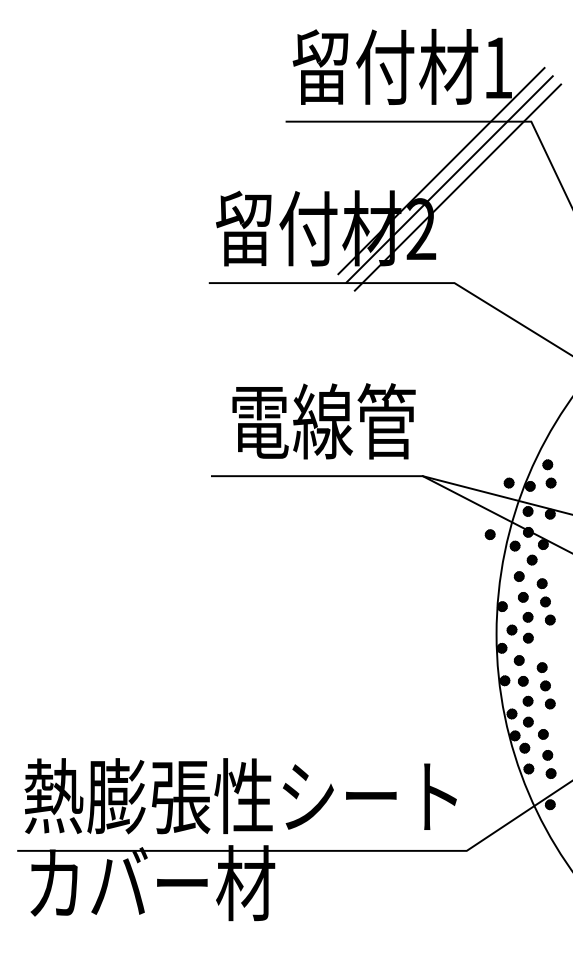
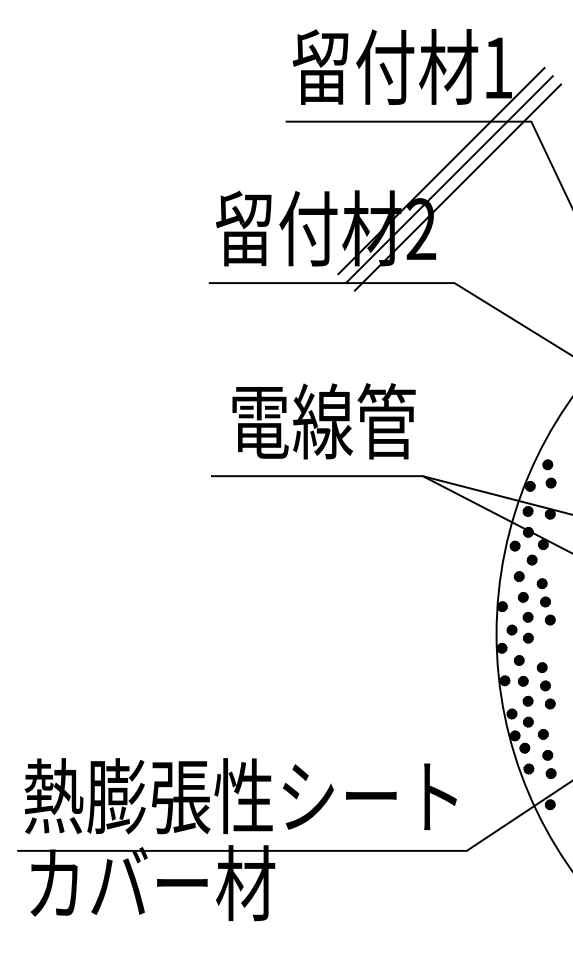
part at (508, 482): present -> none
part at (489, 534): present -> none
